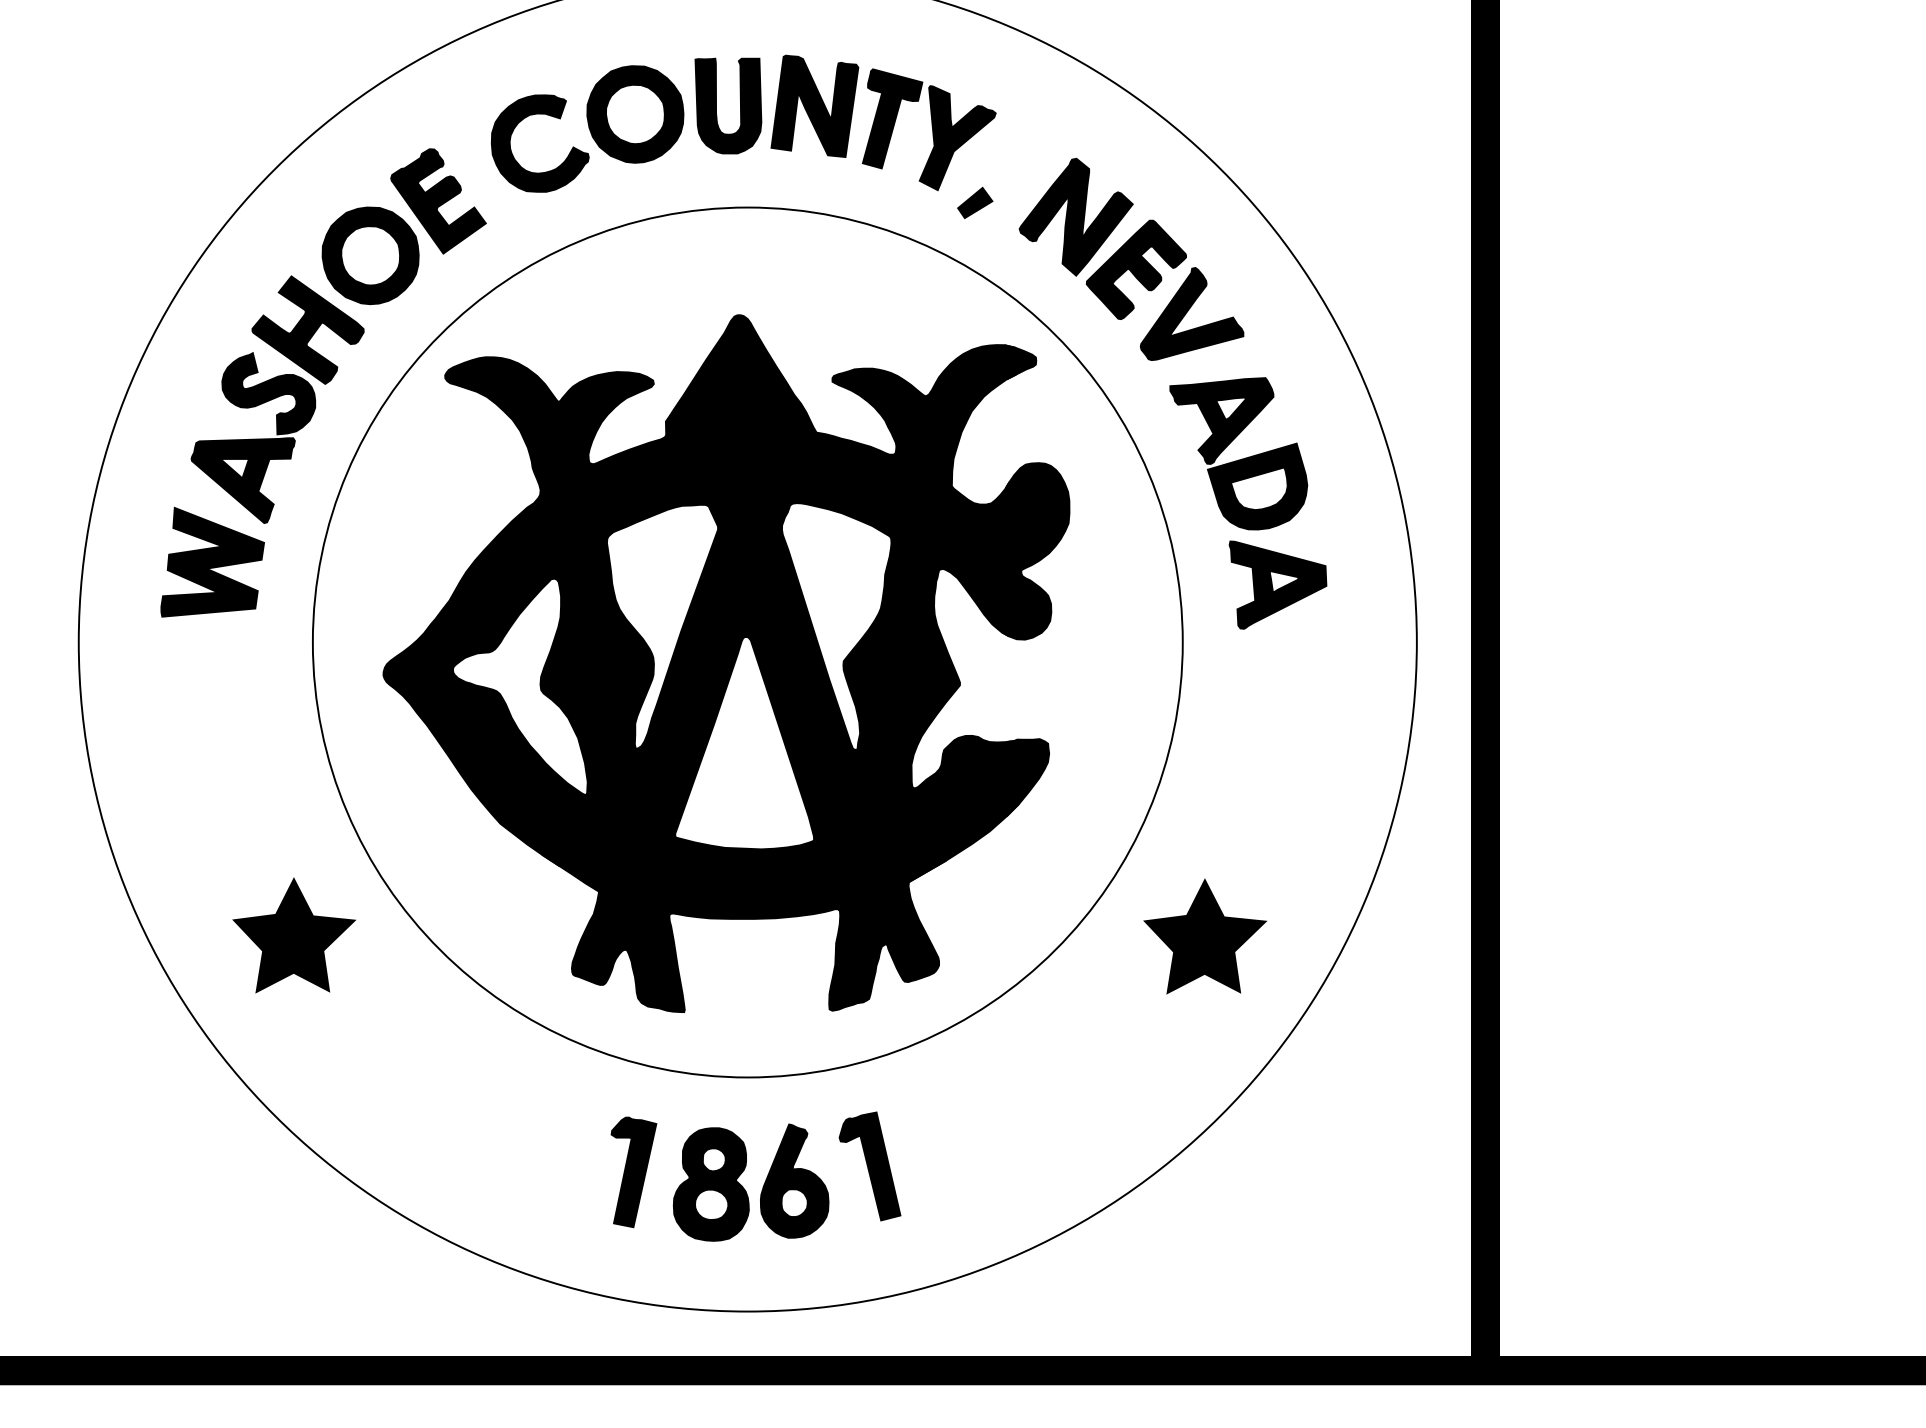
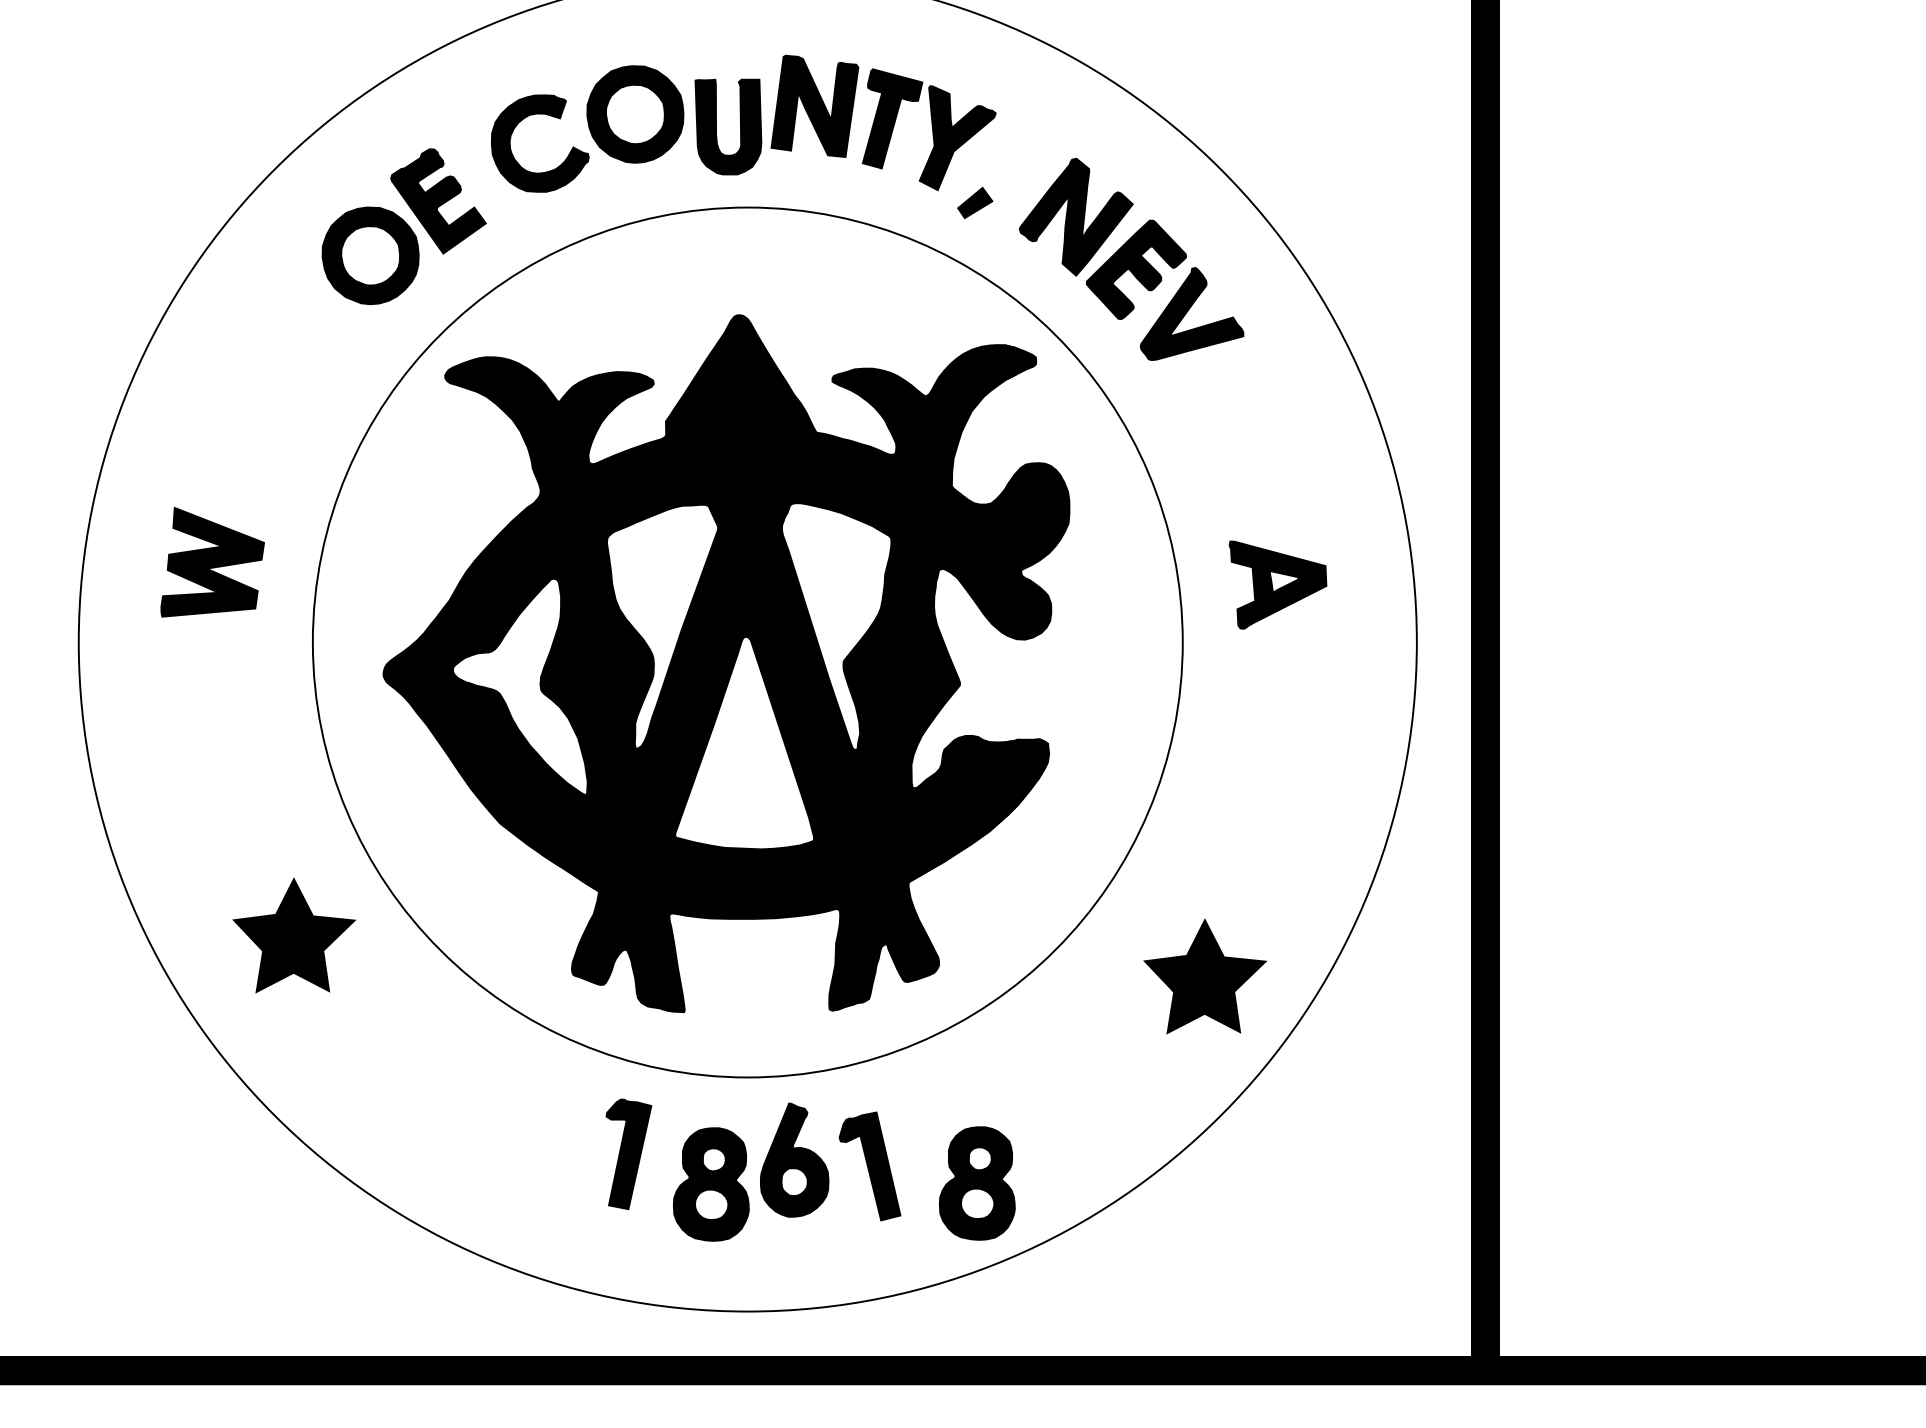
part at (716, 105) position: (716, 105) -> (716, 126)
part at (277, 399): present -> none
part at (1238, 453): present -> none
part at (1204, 936) position: (1204, 936) -> (1204, 976)
part at (633, 1172) position: (633, 1172) -> (628, 1154)
part at (794, 1180) position: (794, 1180) -> (794, 1159)
part at (976, 1183): none -> present
